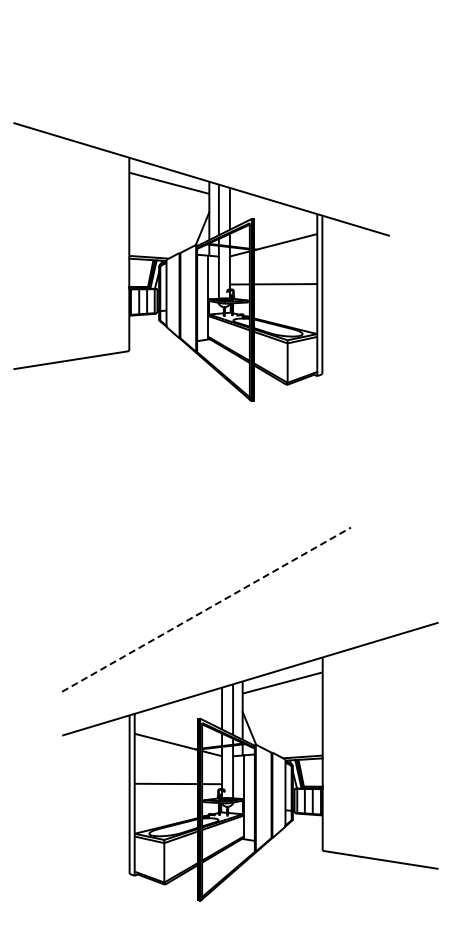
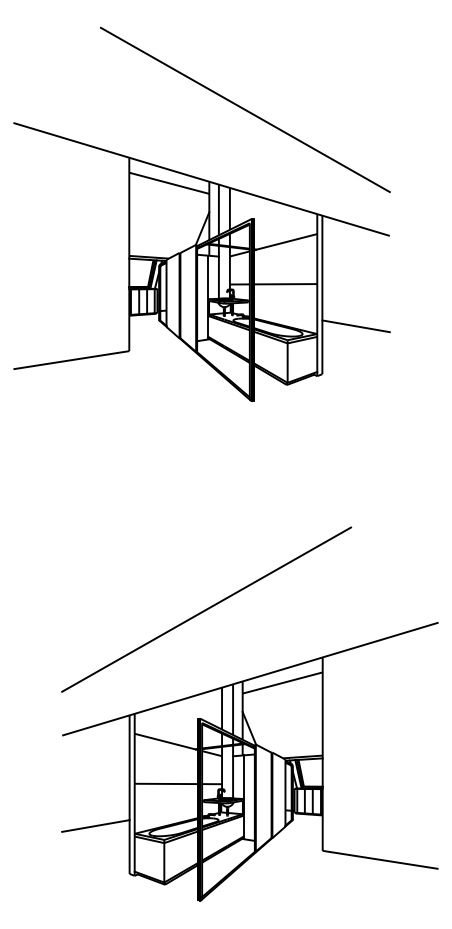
line at (244, 109): none -> present
line at (355, 326): none -> present
line at (207, 609): dashed -> solid
line at (95, 825): none -> present
